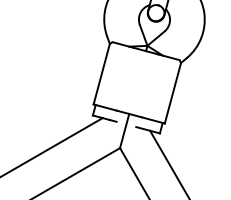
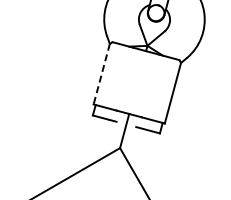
line at (101, 74): solid -> dashed
line at (52, 147): present -> none
line at (169, 163): present -> none
